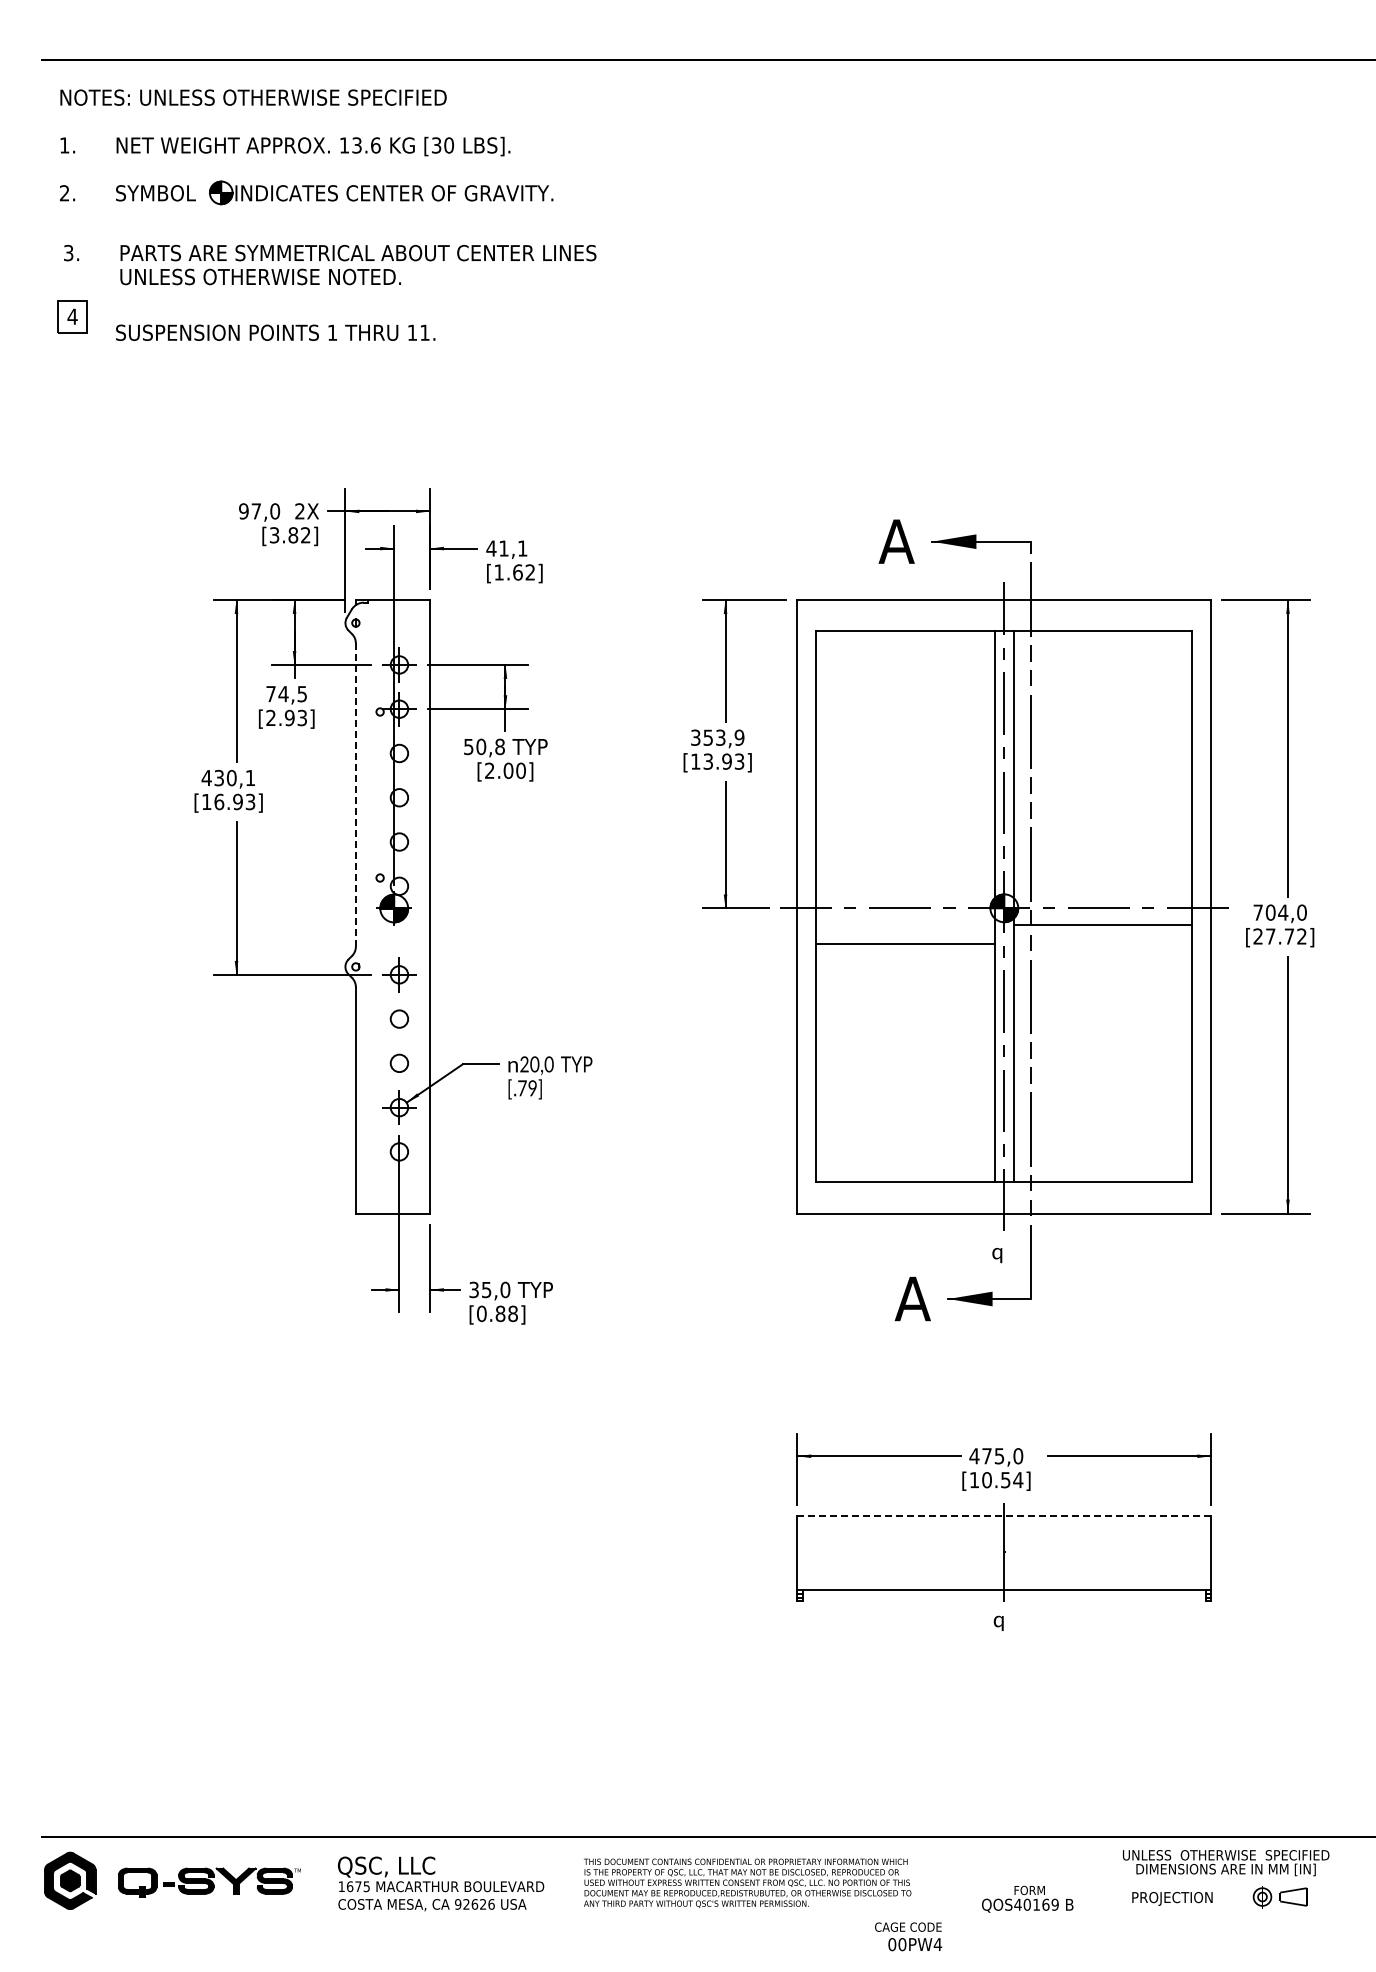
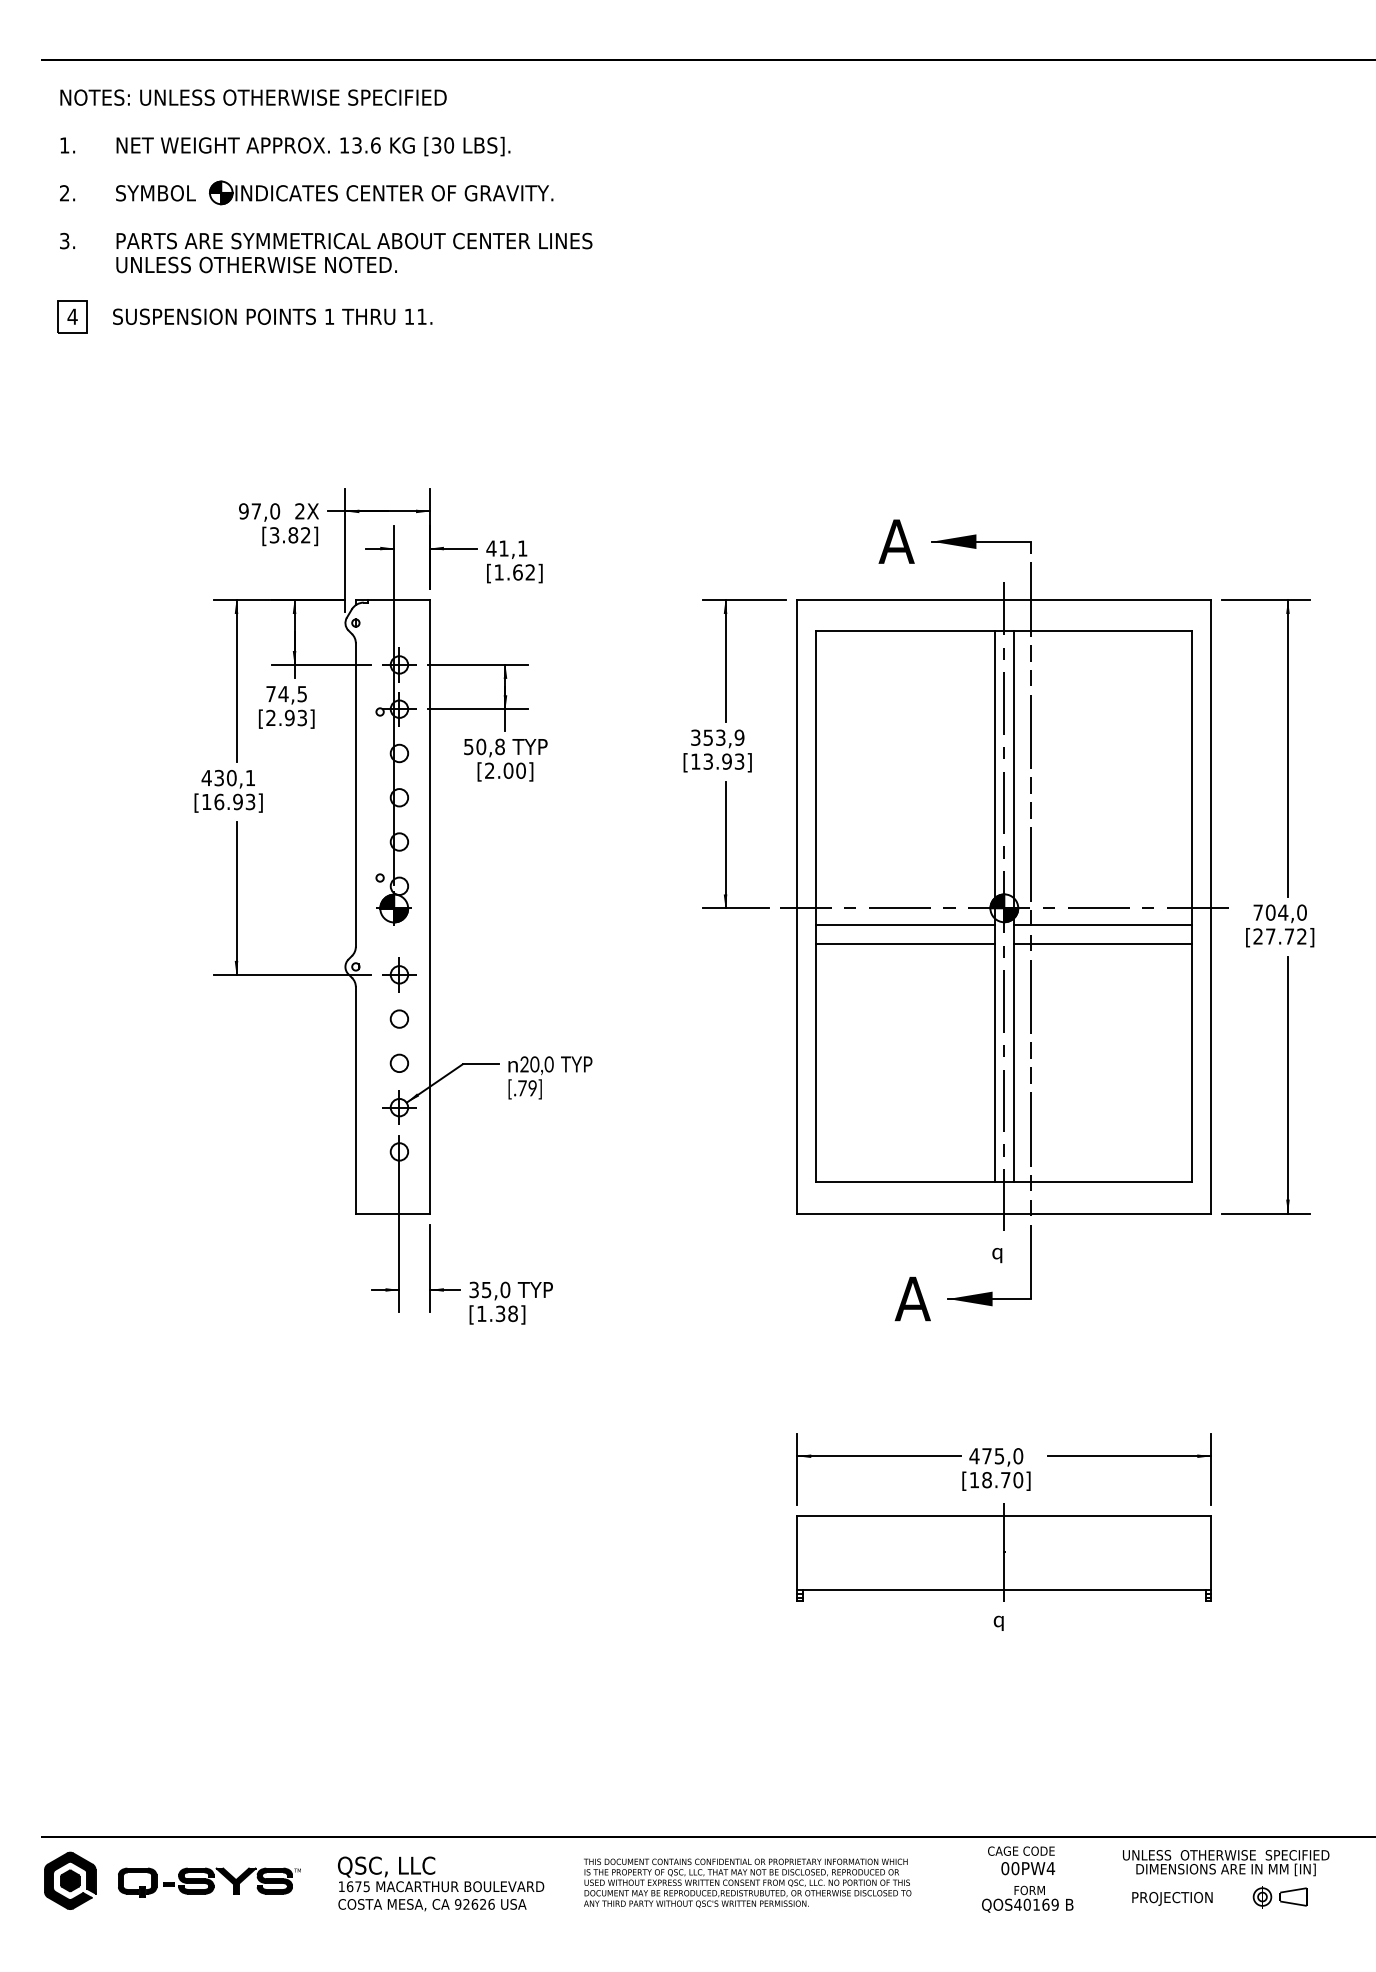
text at (330, 264) position: (330, 264) -> (326, 252)
text at (275, 332) position: (275, 332) -> (272, 316)
line at (355, 795): dashed -> solid
line at (905, 925): none -> present
line at (1102, 944): none -> present
text at (491, 1313): [0.88] -> [1.38]
text at (1002, 1480): [10.54] -> [18.70]
line at (1004, 1516): dashed -> solid
text at (908, 1936) position: (908, 1936) -> (1021, 1860)
